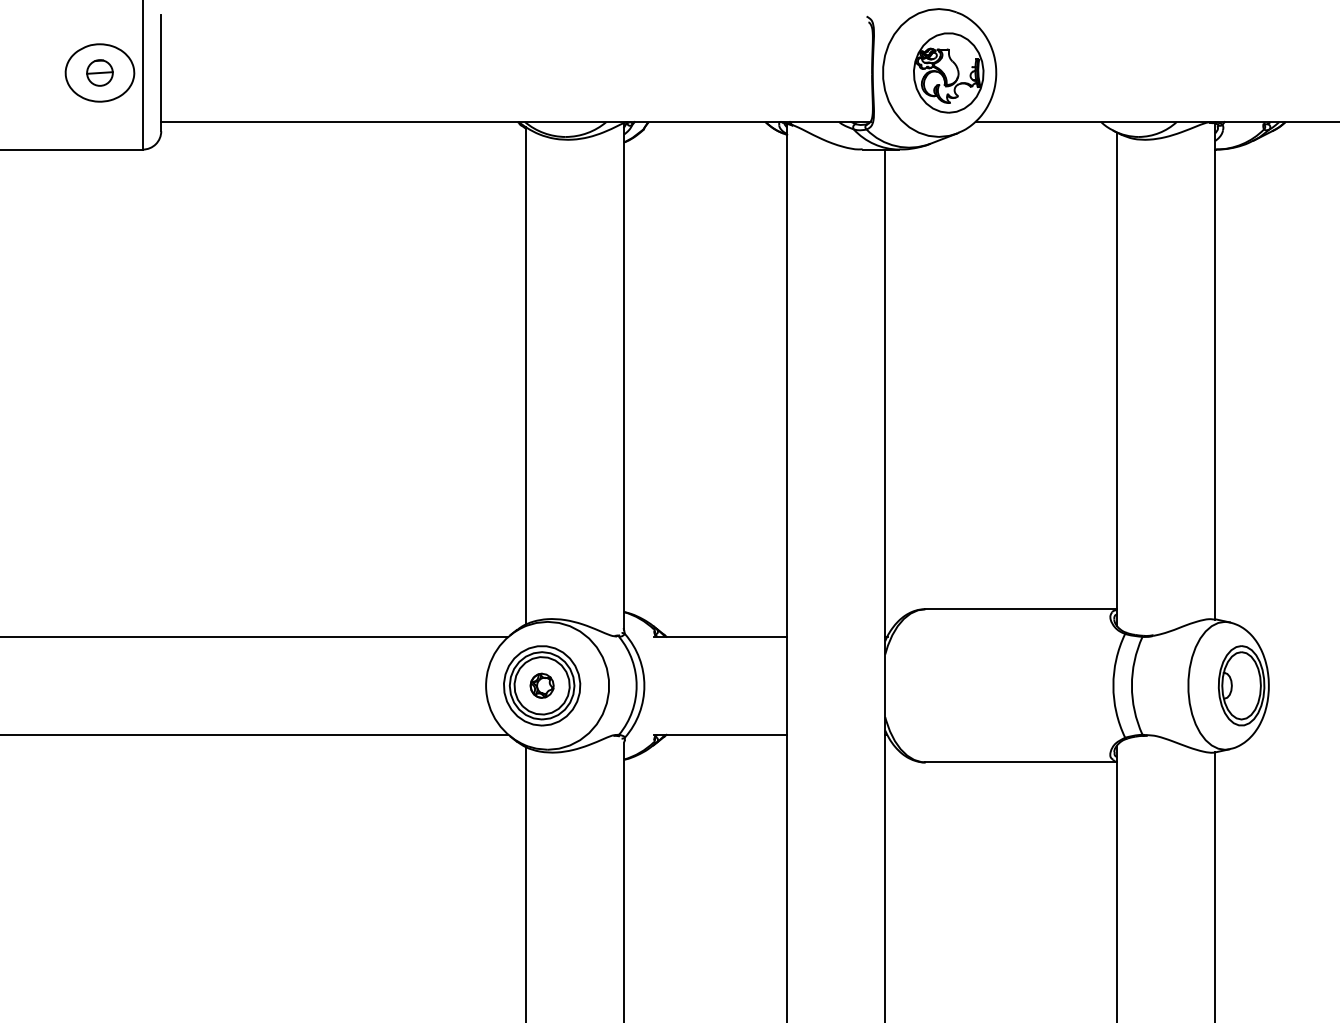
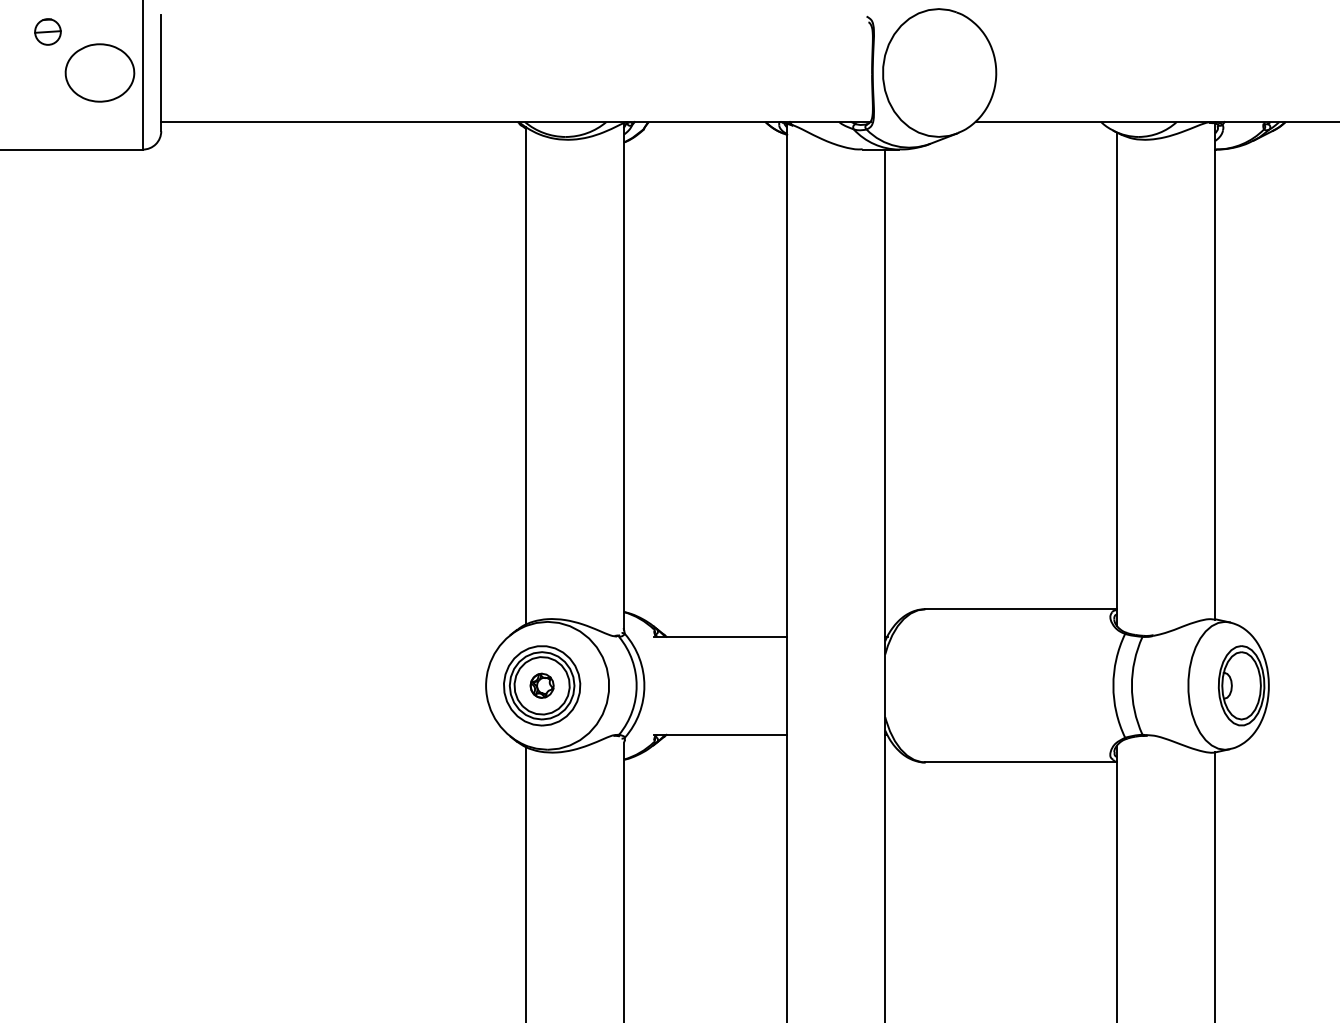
part at (99, 72) position: (99, 72) -> (47, 31)
part at (948, 72): present -> none
line at (255, 636): present -> none
line at (255, 734): present -> none
